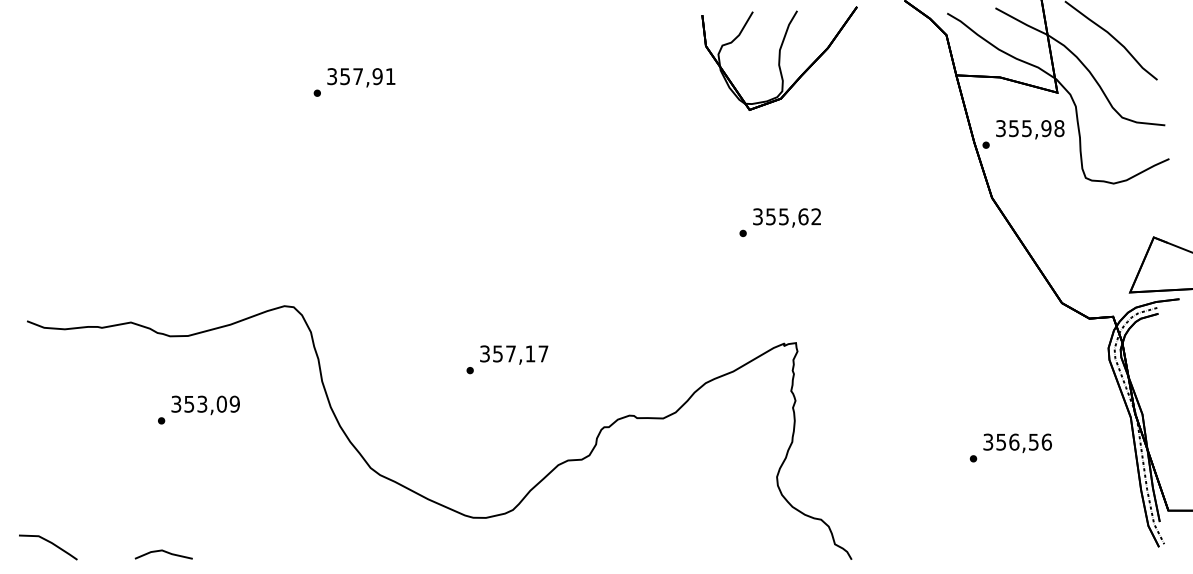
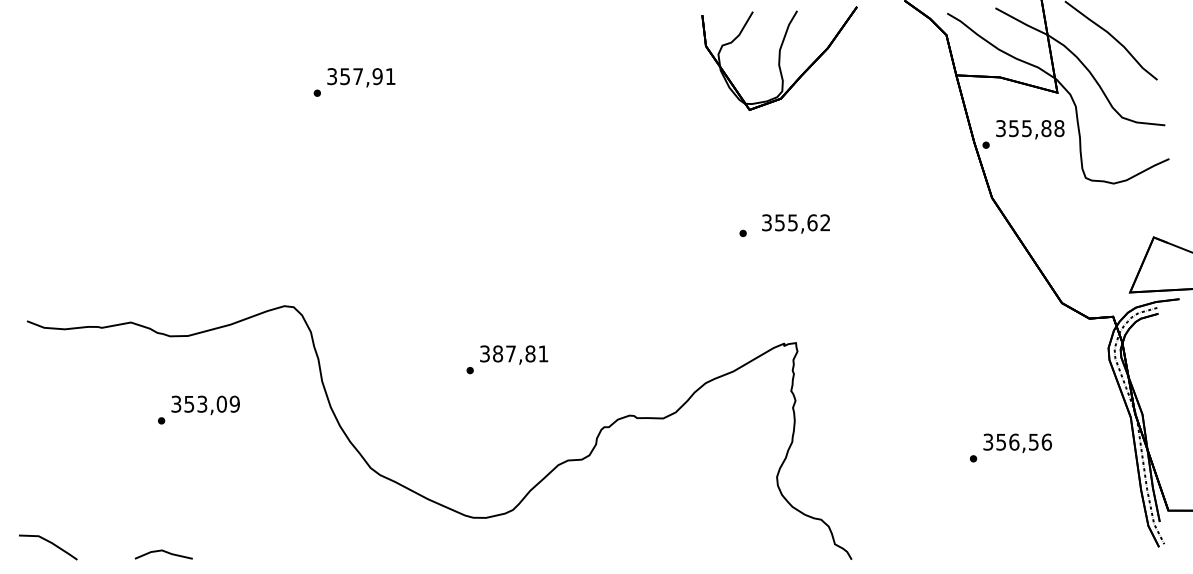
text at (1046, 128): 355,98 -> 355,88
text at (786, 217) position: (786, 217) -> (795, 223)
text at (520, 353): 357,17 -> 387,81
